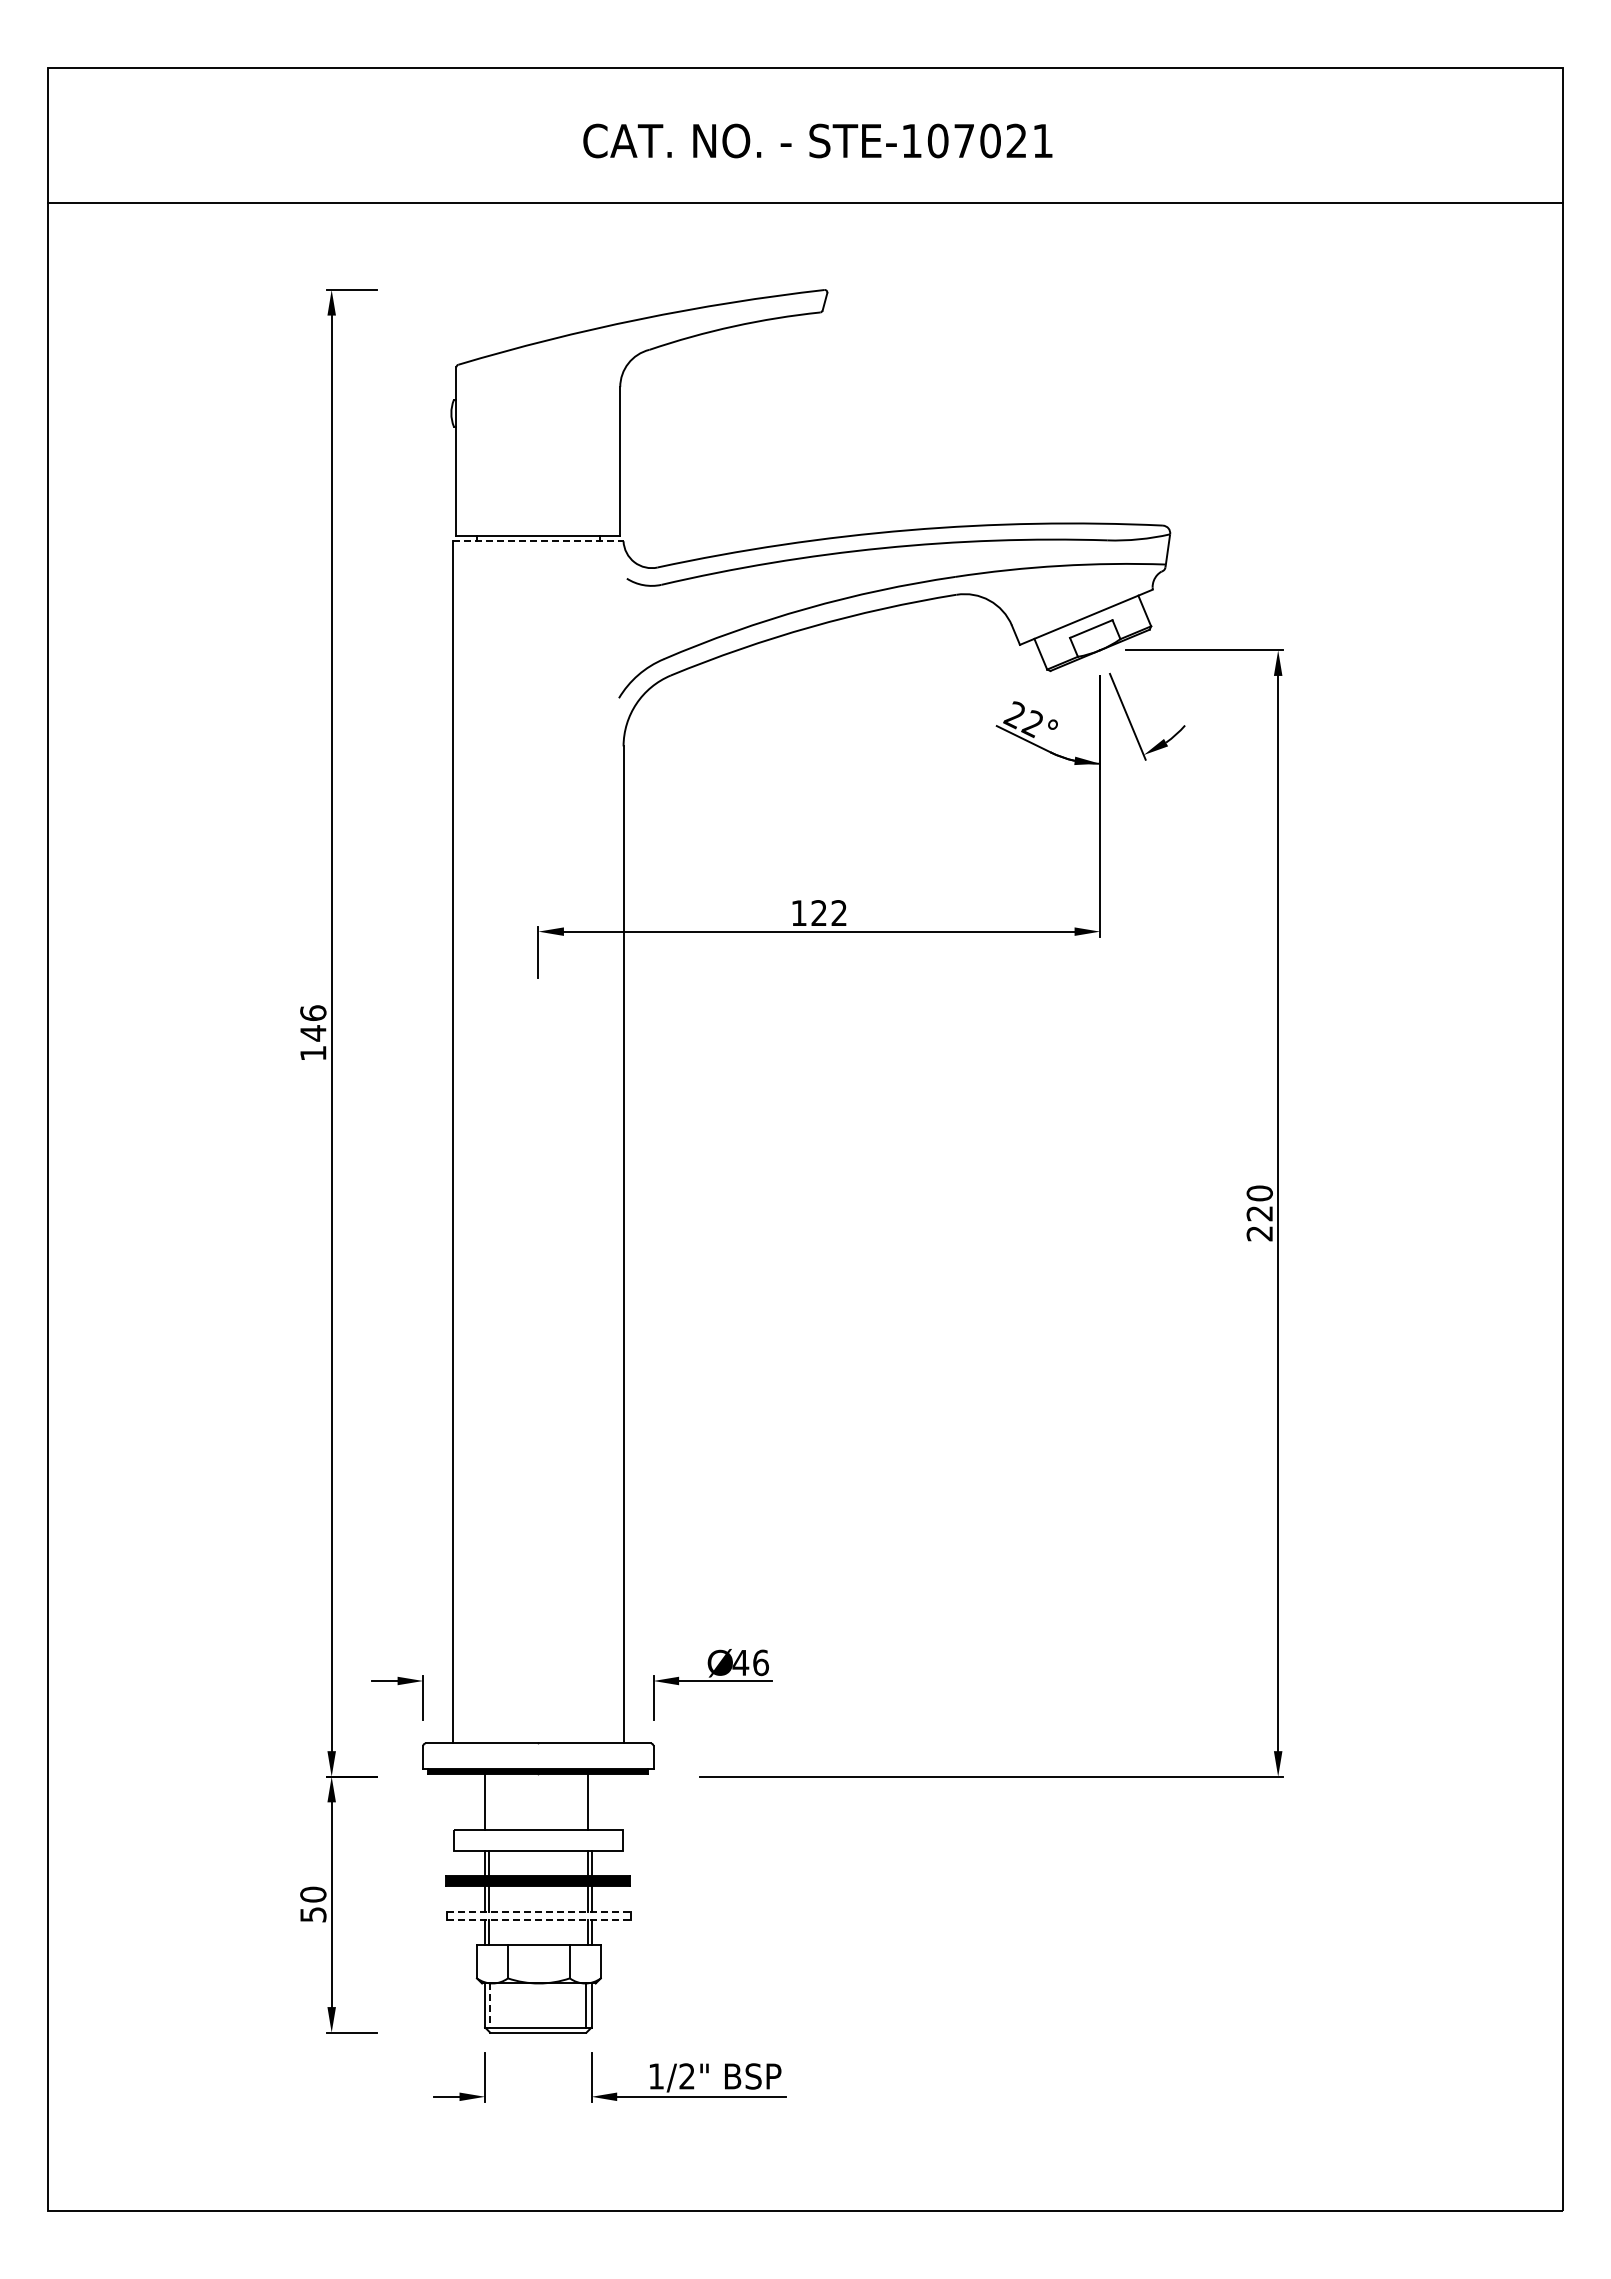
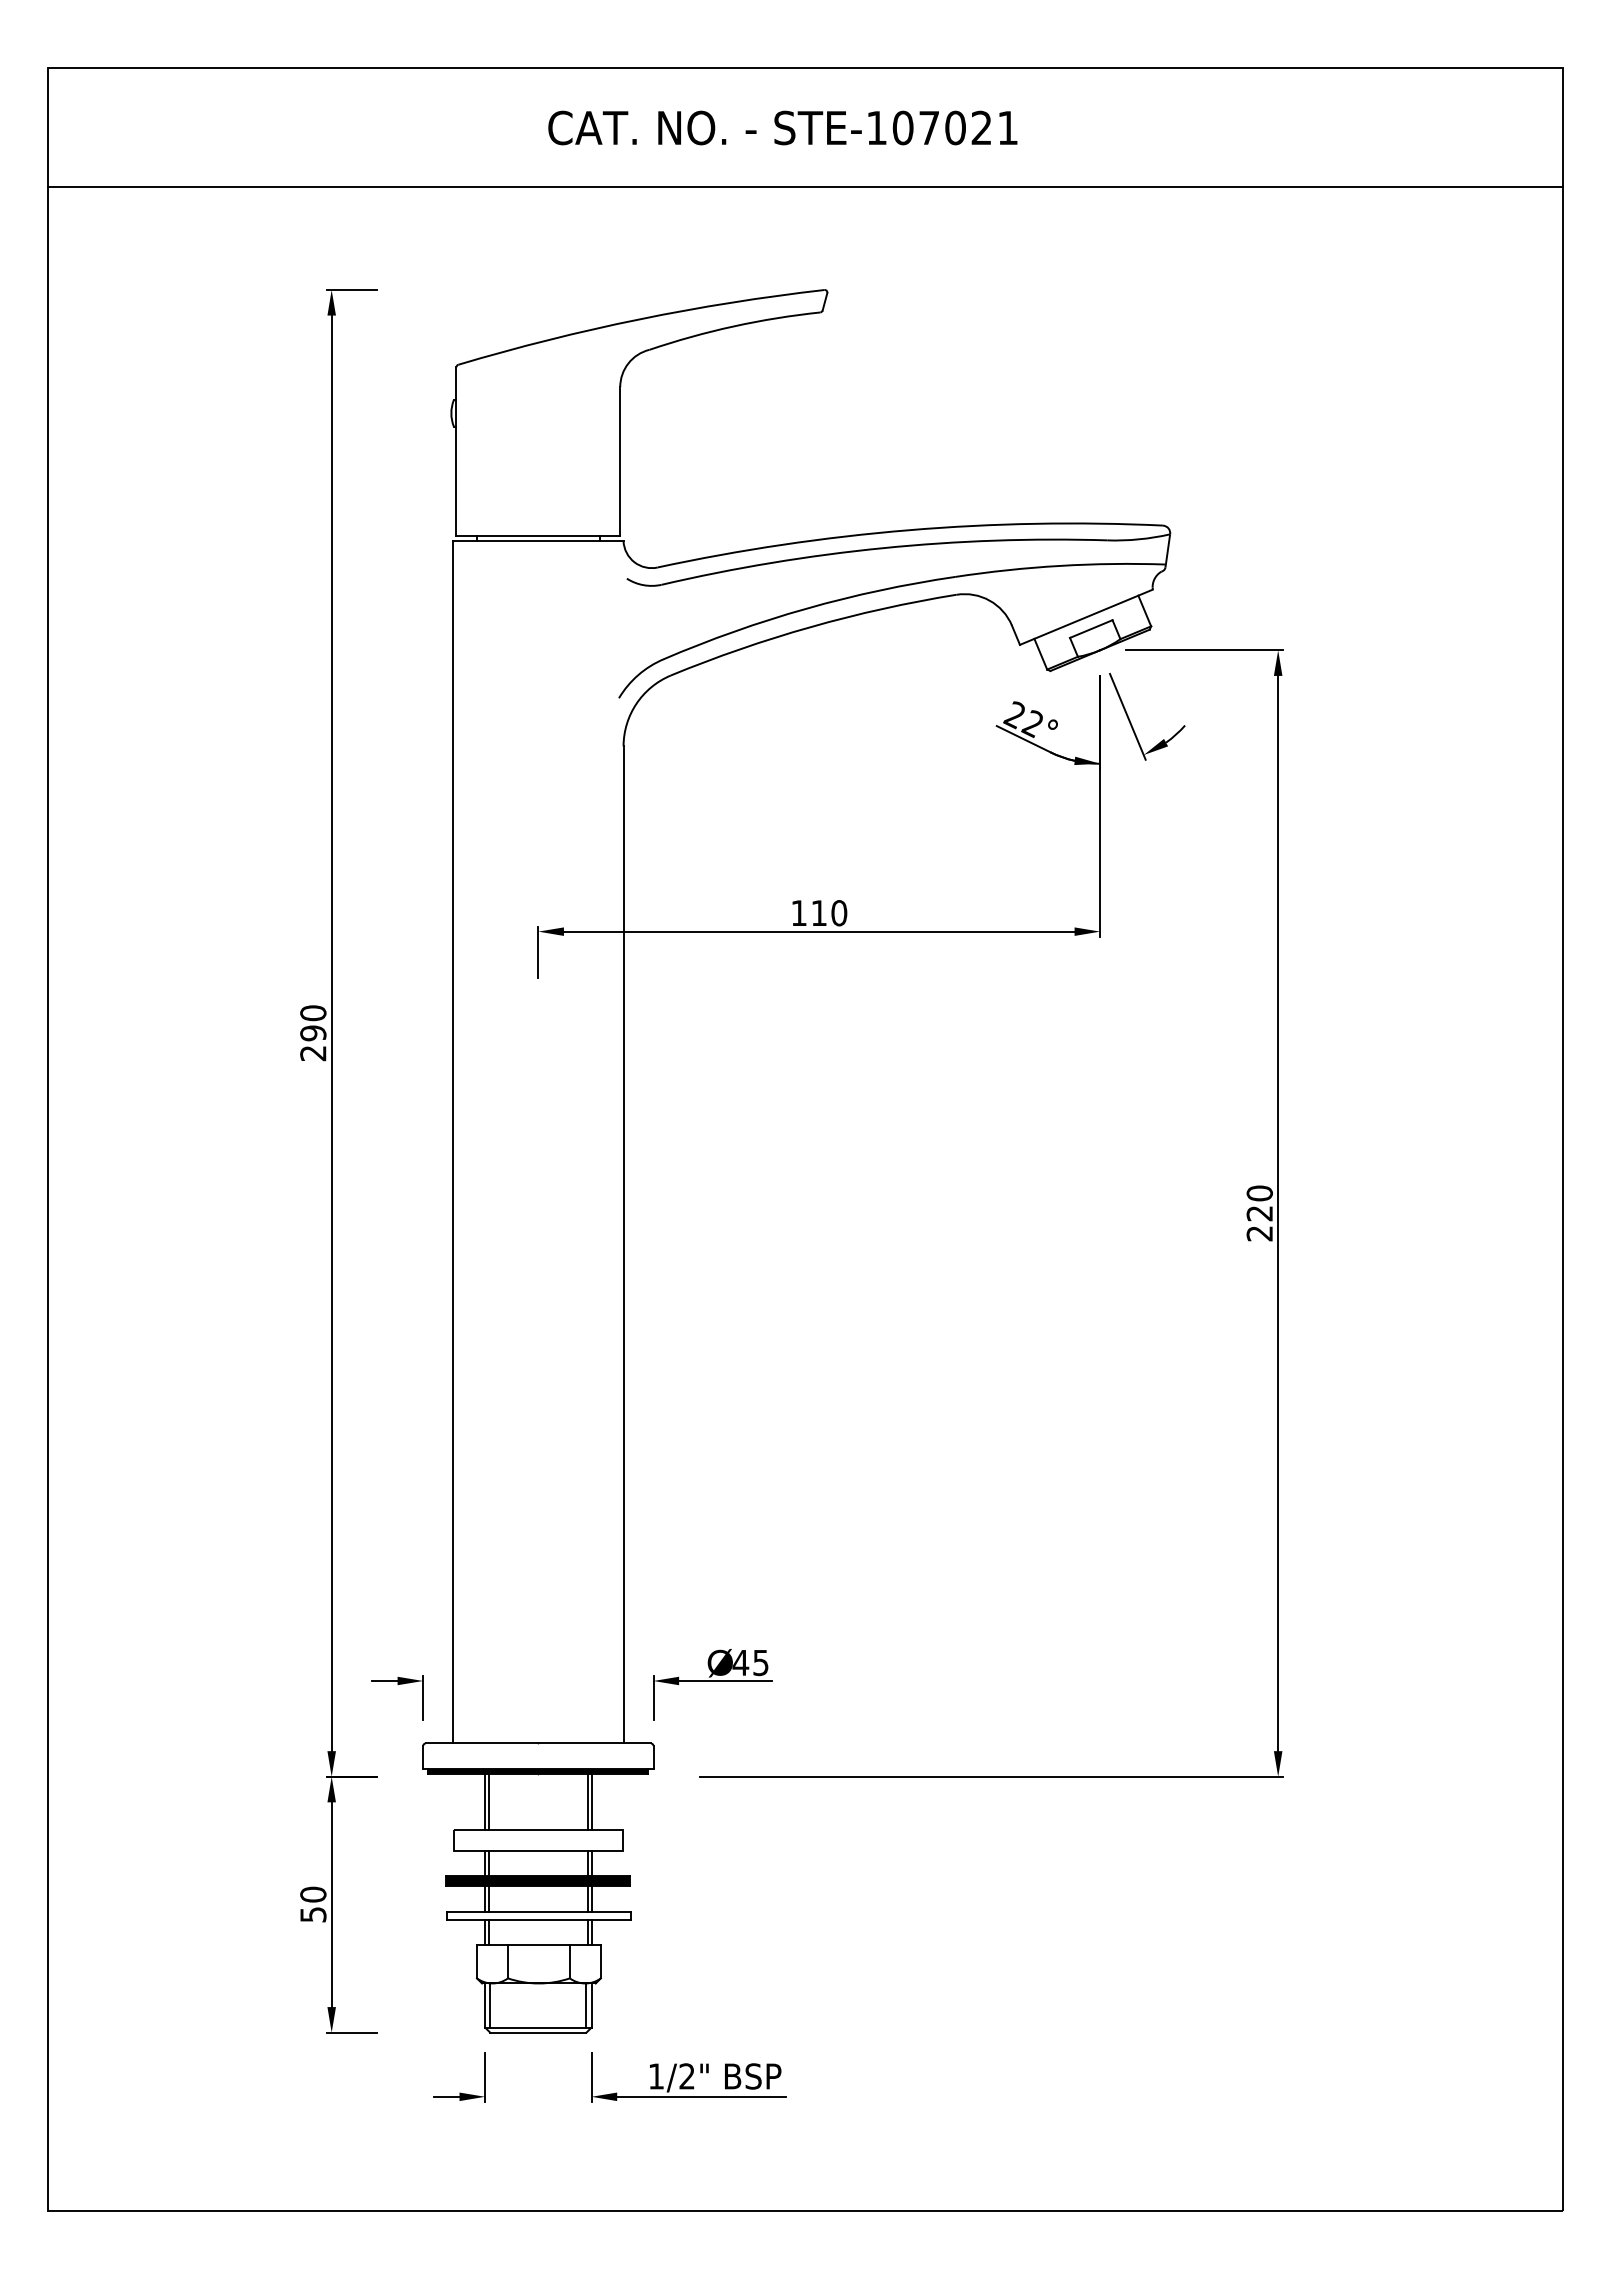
text at (817, 140) position: (817, 140) -> (782, 127)
line at (805, 202) position: (805, 202) -> (805, 186)
line at (538, 541): dashed -> solid
text at (829, 913): 122 -> 110
text at (313, 1033): 146 -> 290
text at (761, 1662): 46 -> 45
line at (488, 1802): none -> present
line at (591, 1802): none -> present
line at (539, 1911): dashed -> solid
line at (539, 1919): dashed -> solid
line at (490, 2006): dashed -> solid
